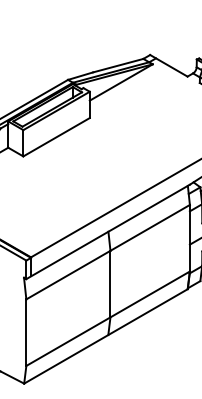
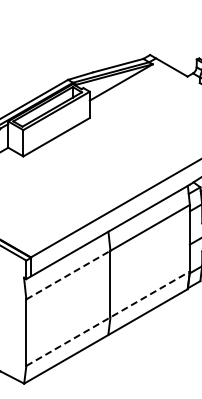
line at (68, 275): solid -> dashed
line at (108, 318): solid -> dashed
